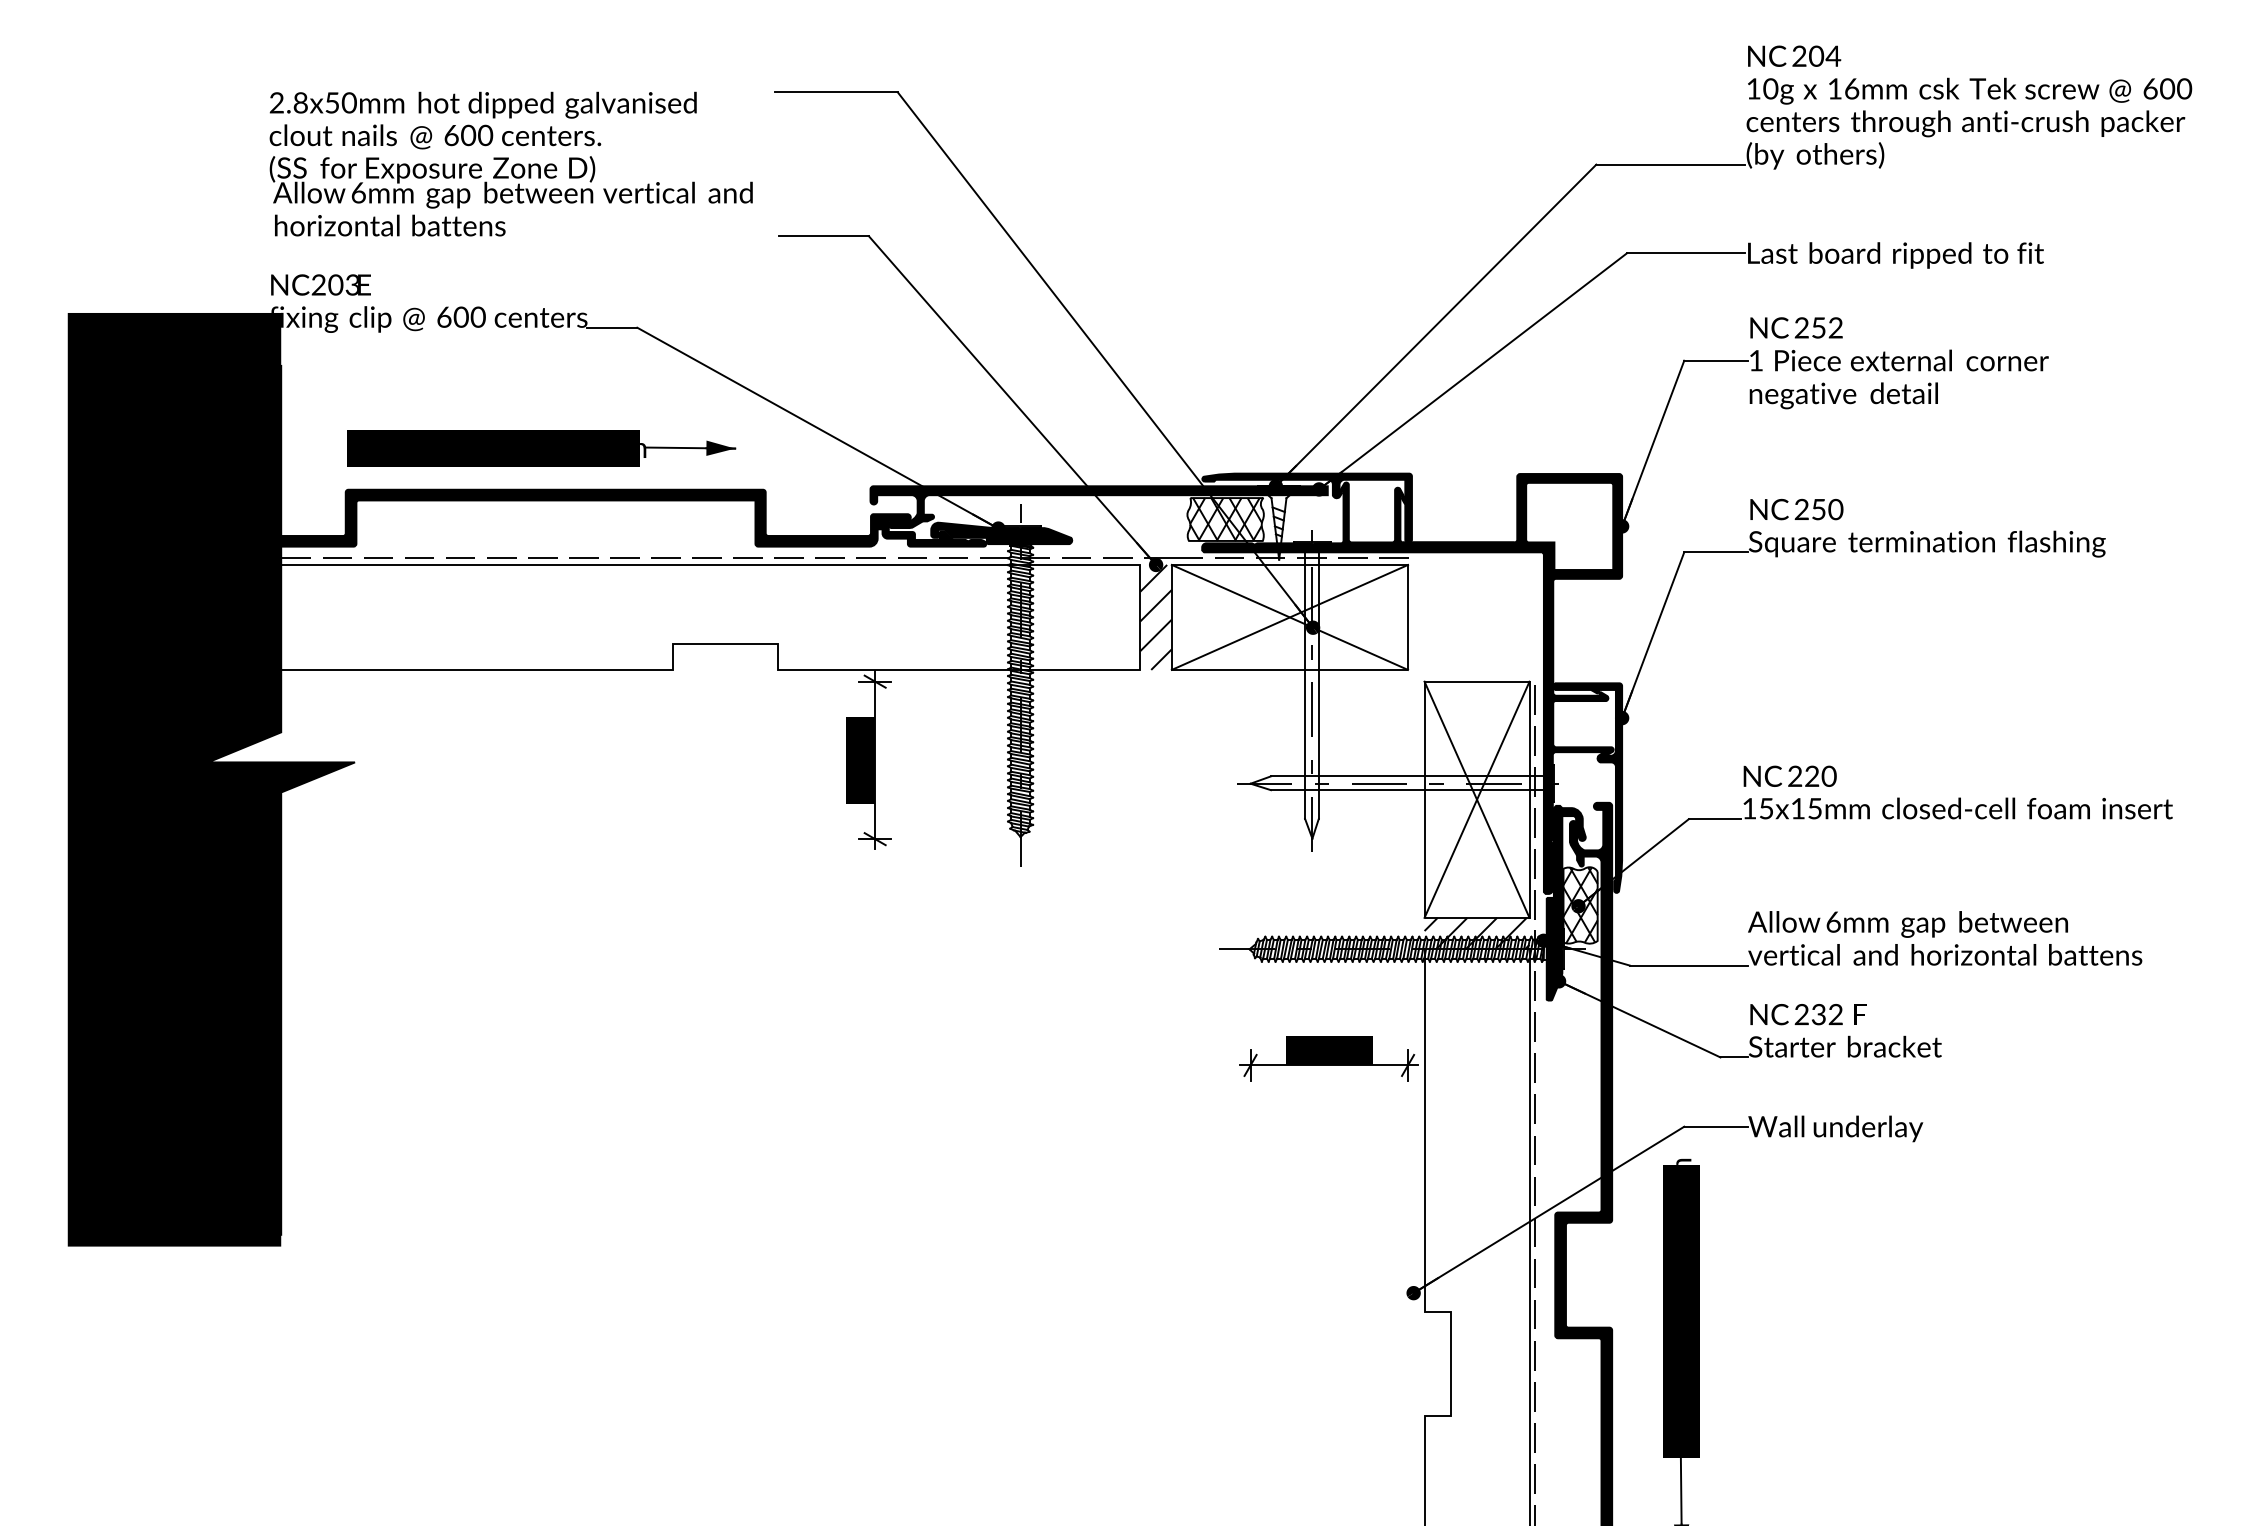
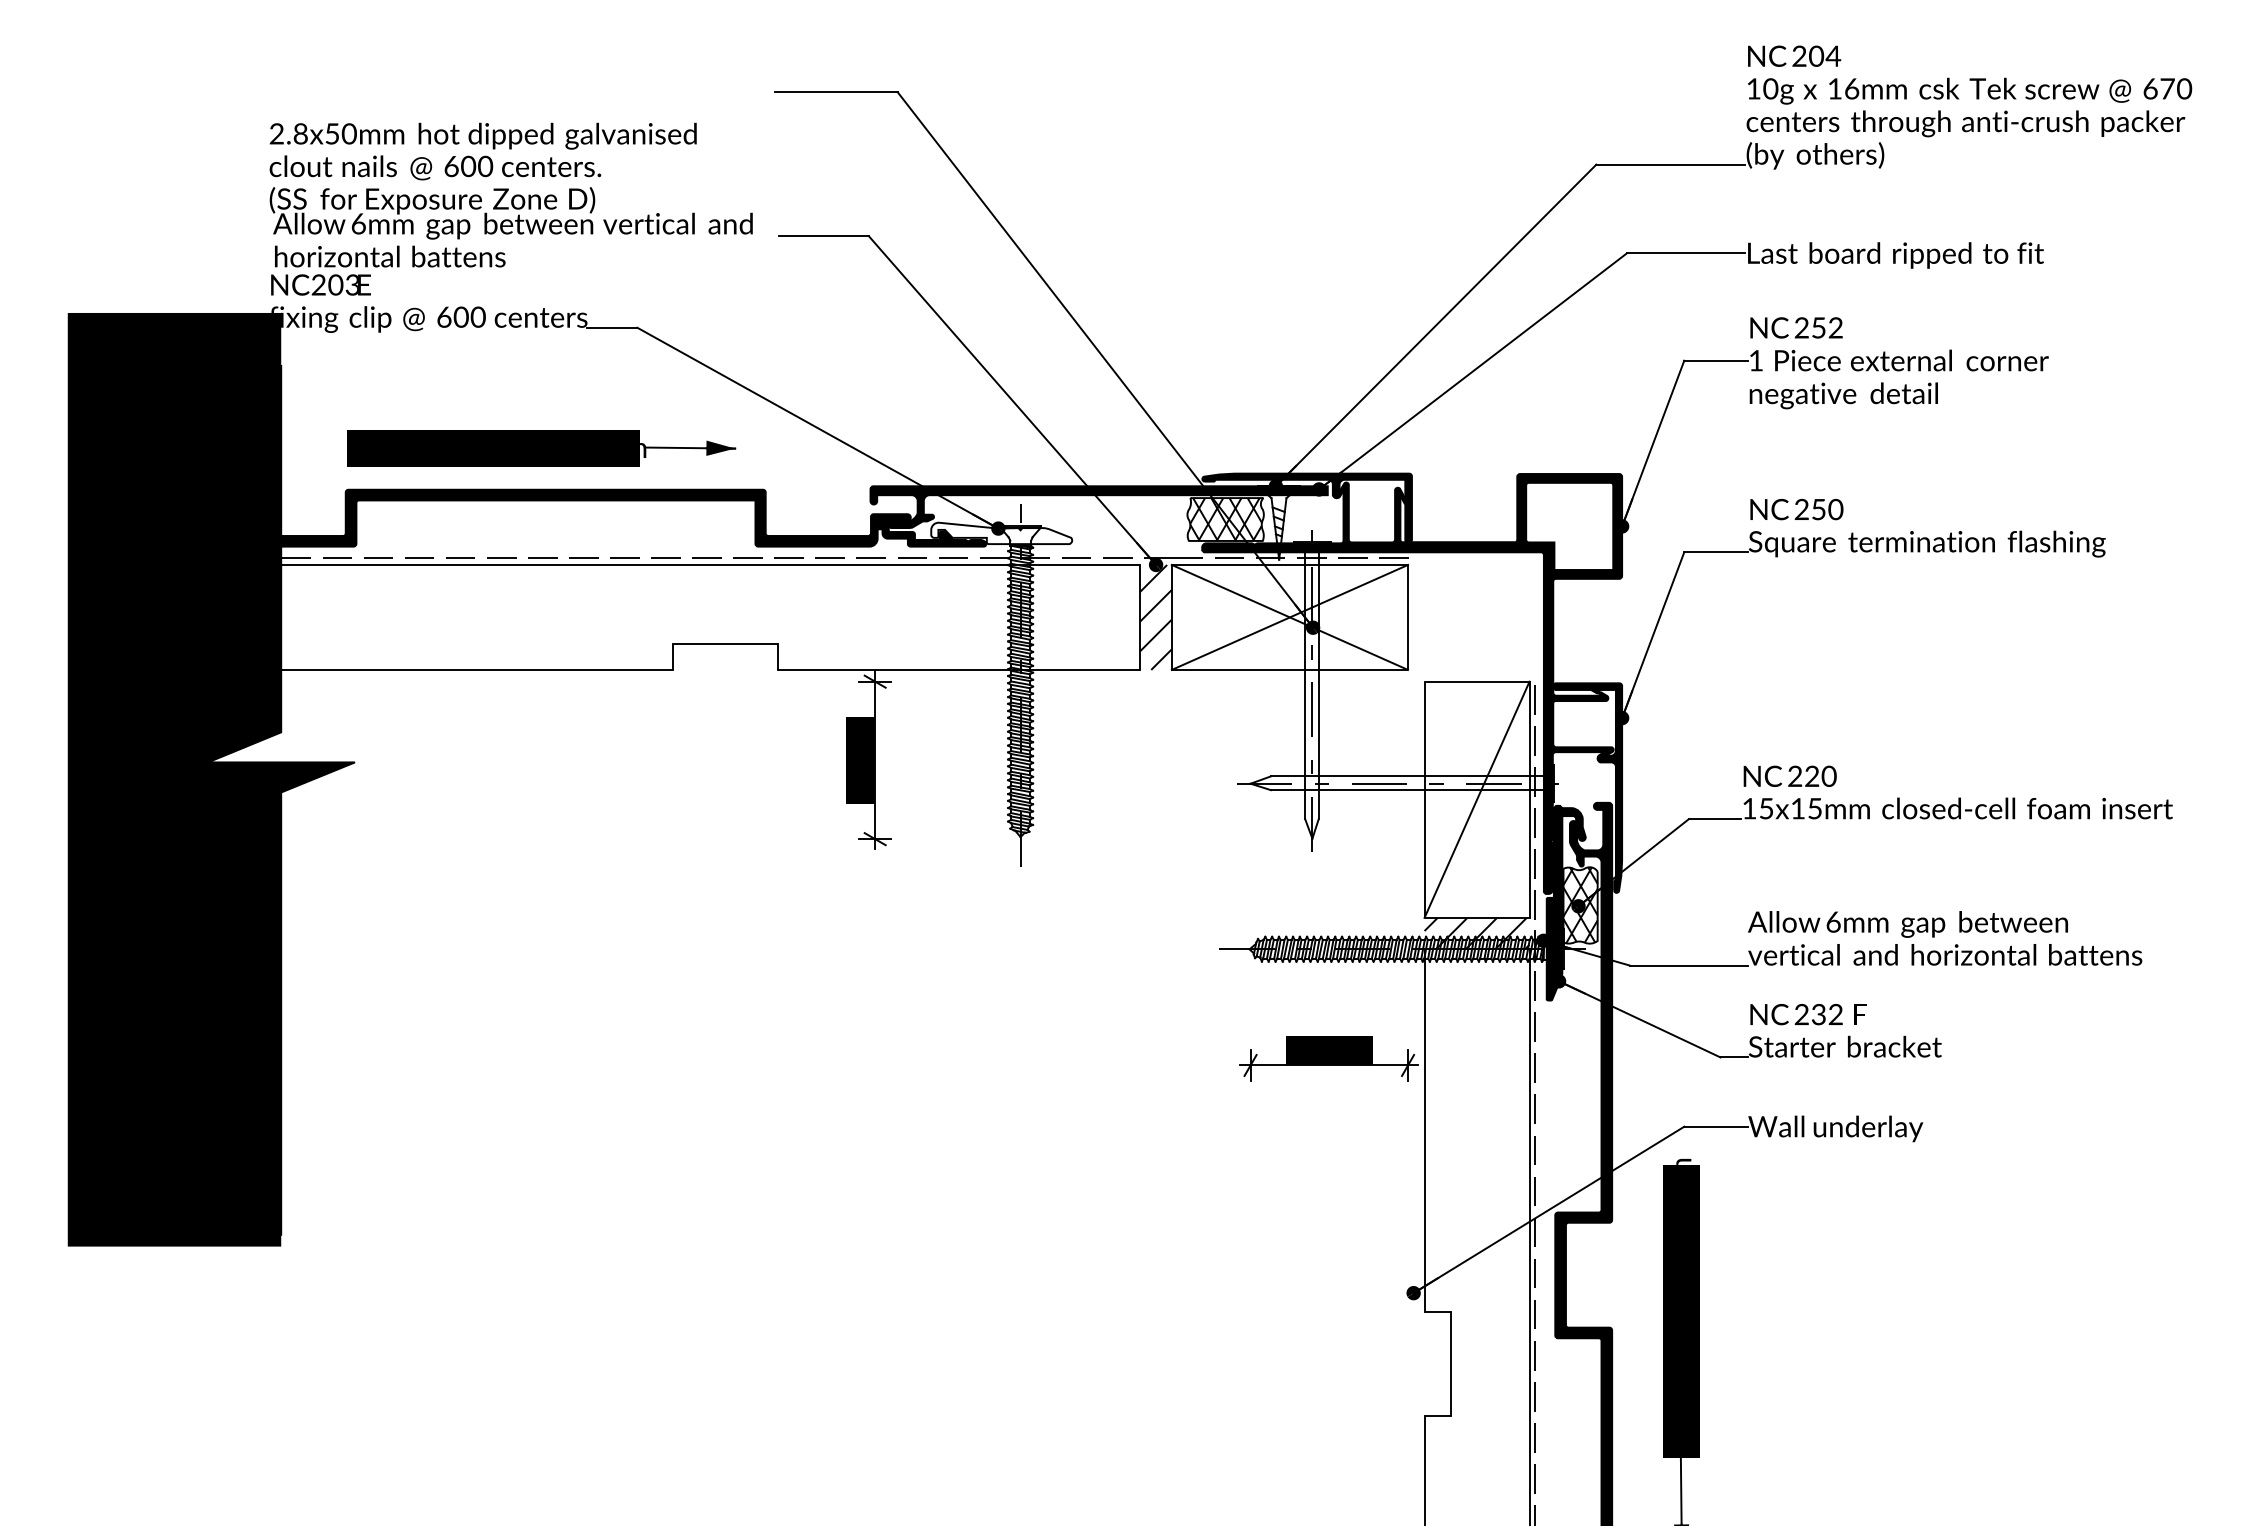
text at (2167, 88): 600 -> 670
text at (510, 163) position: (510, 163) -> (510, 194)
fill at (1001, 533): present -> none
line at (1476, 799): present -> none
